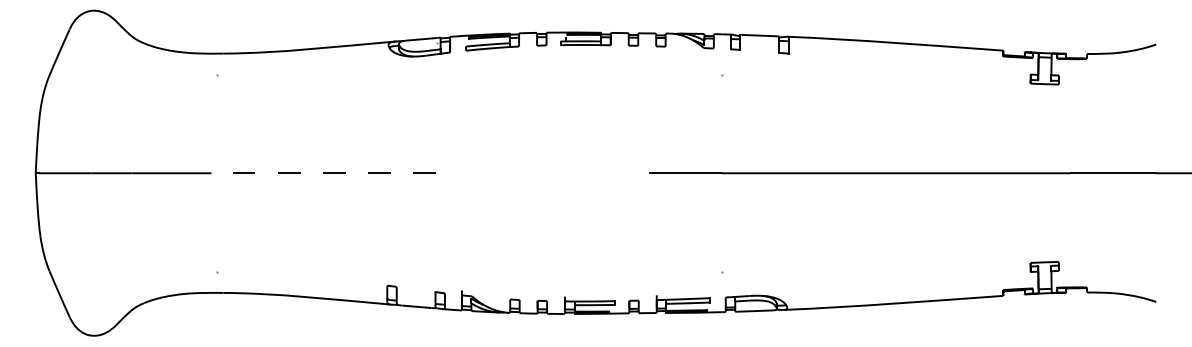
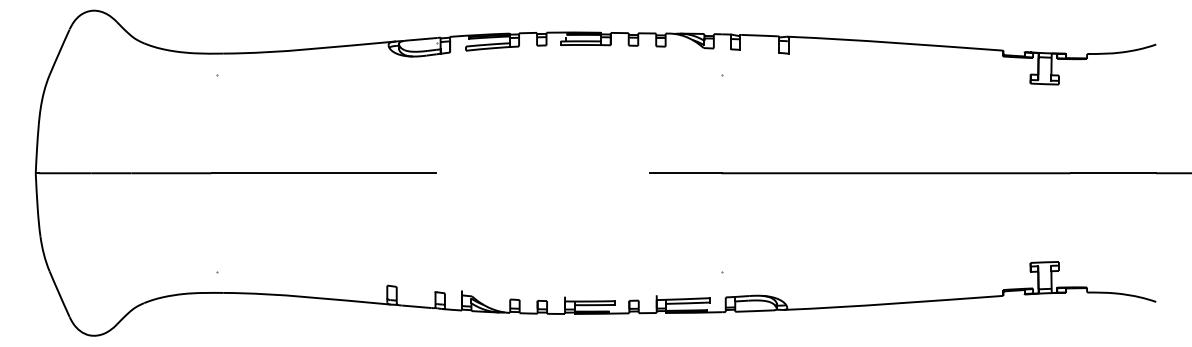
line at (323, 173): dashed -> solid
